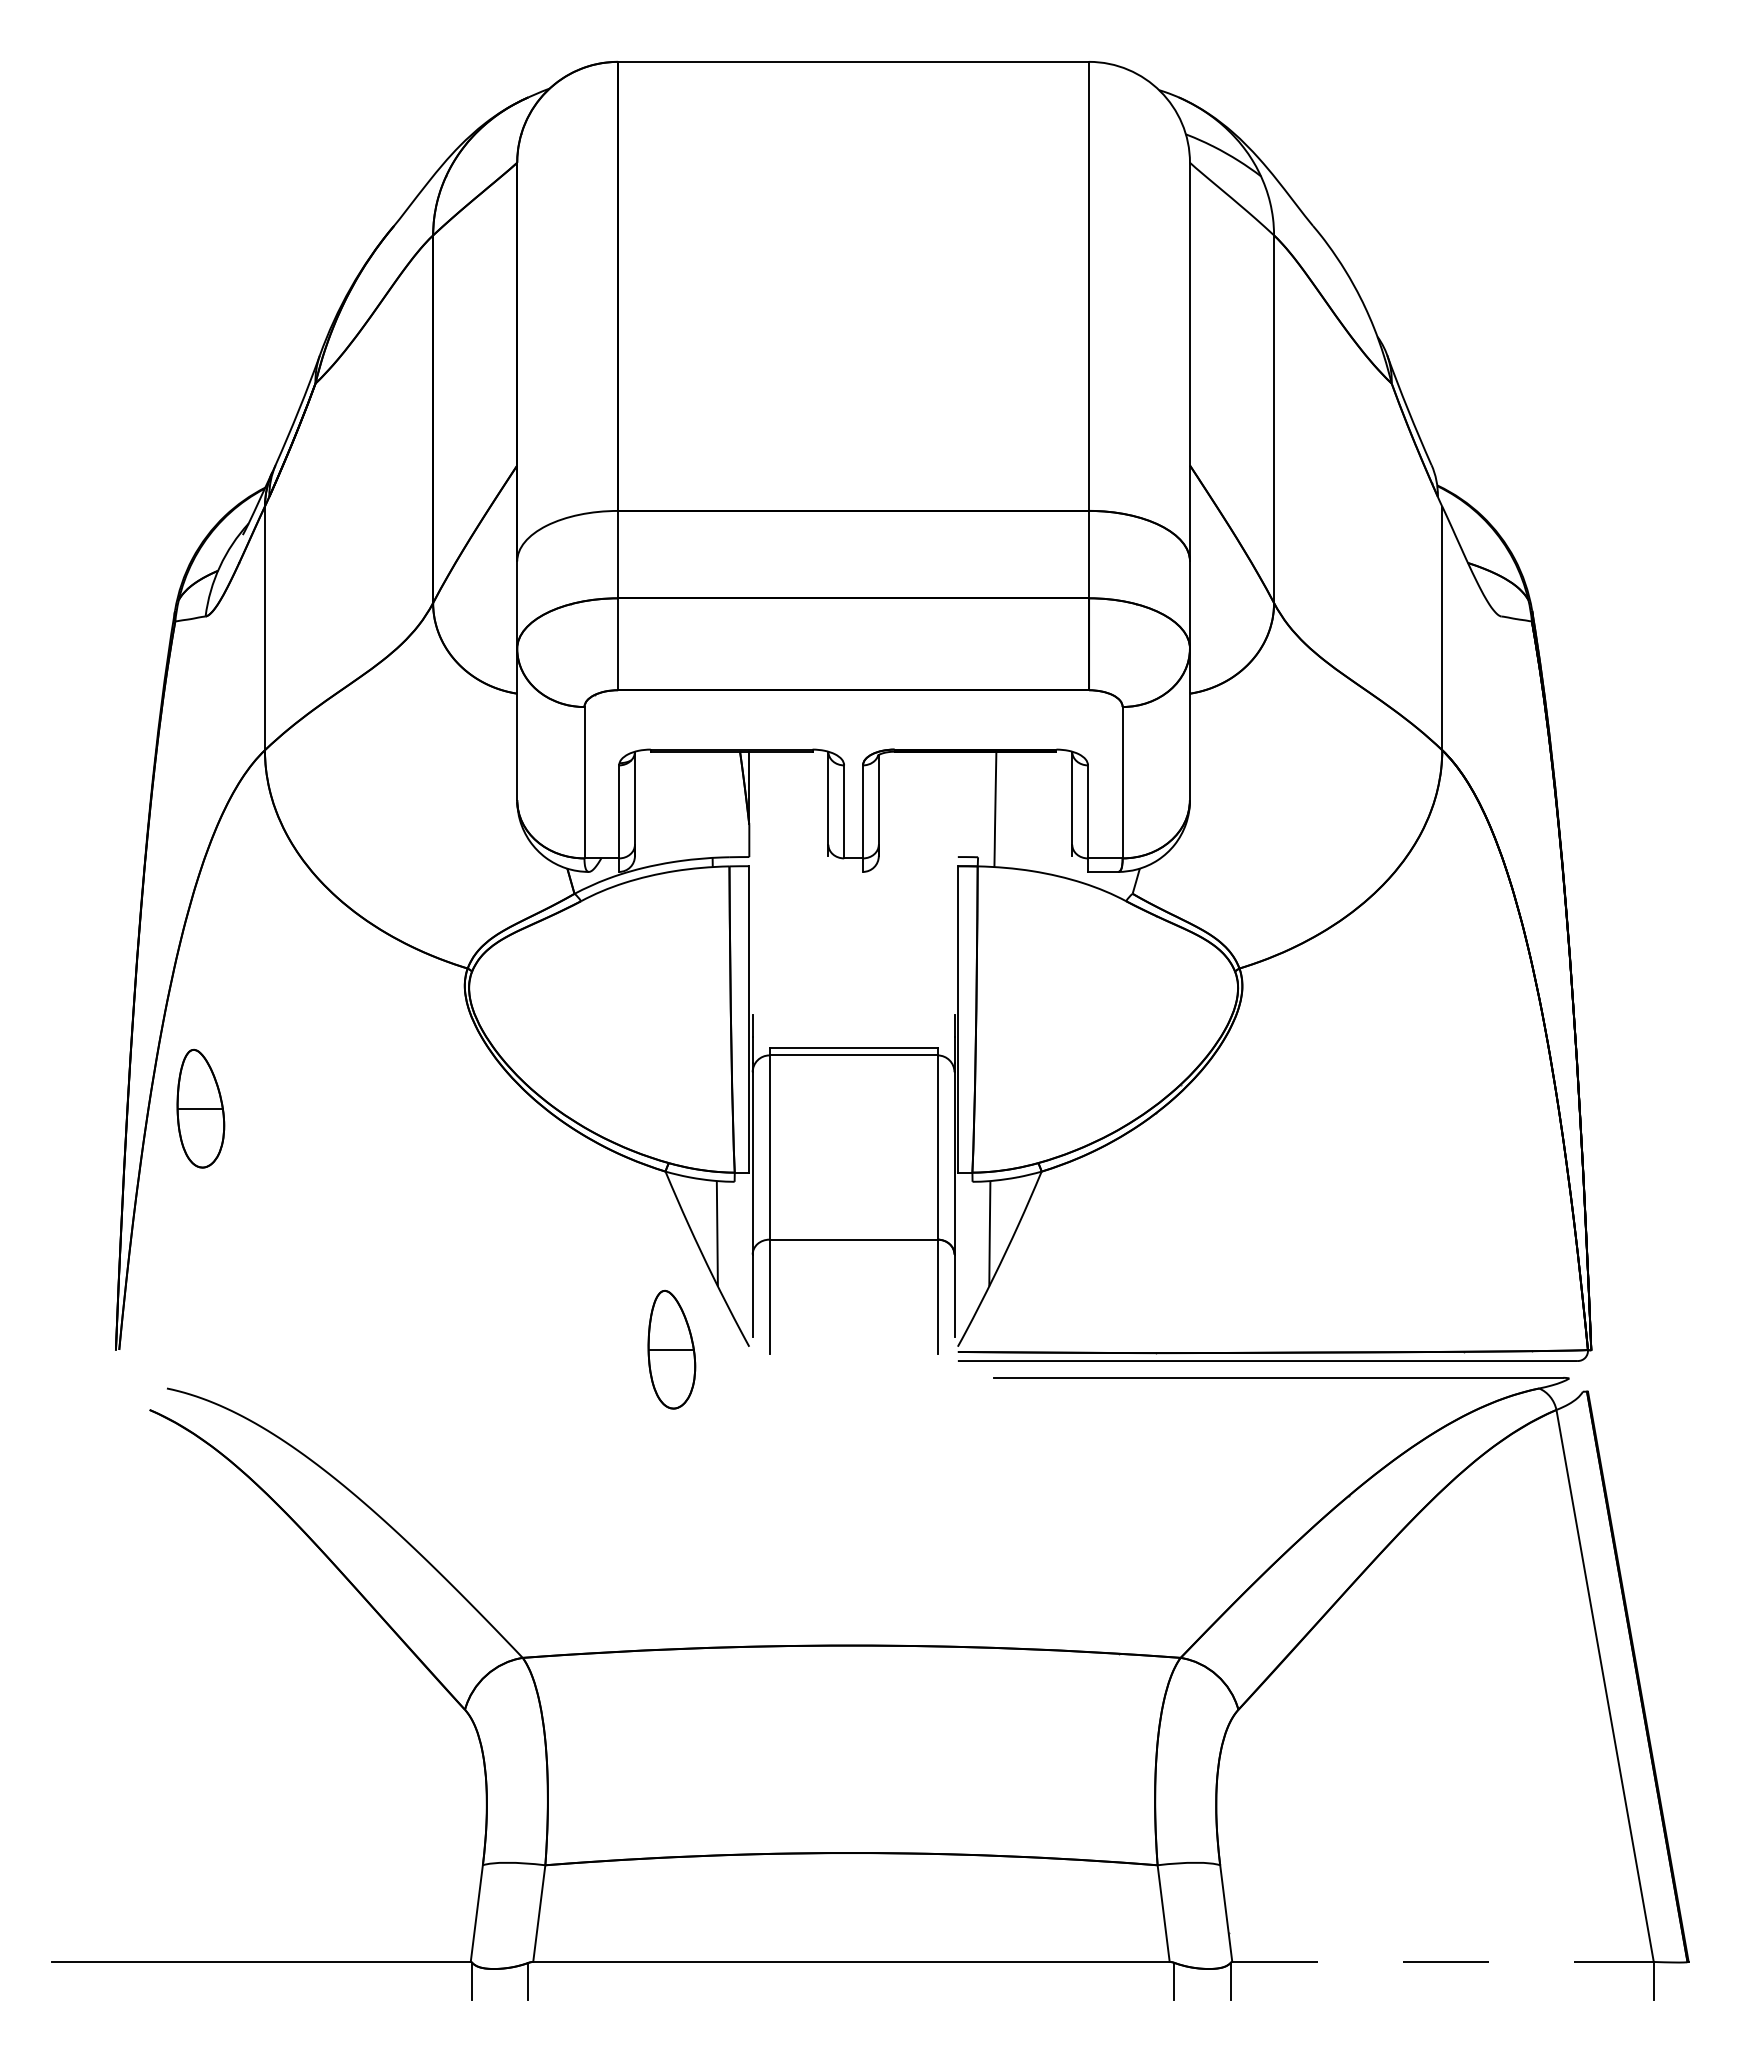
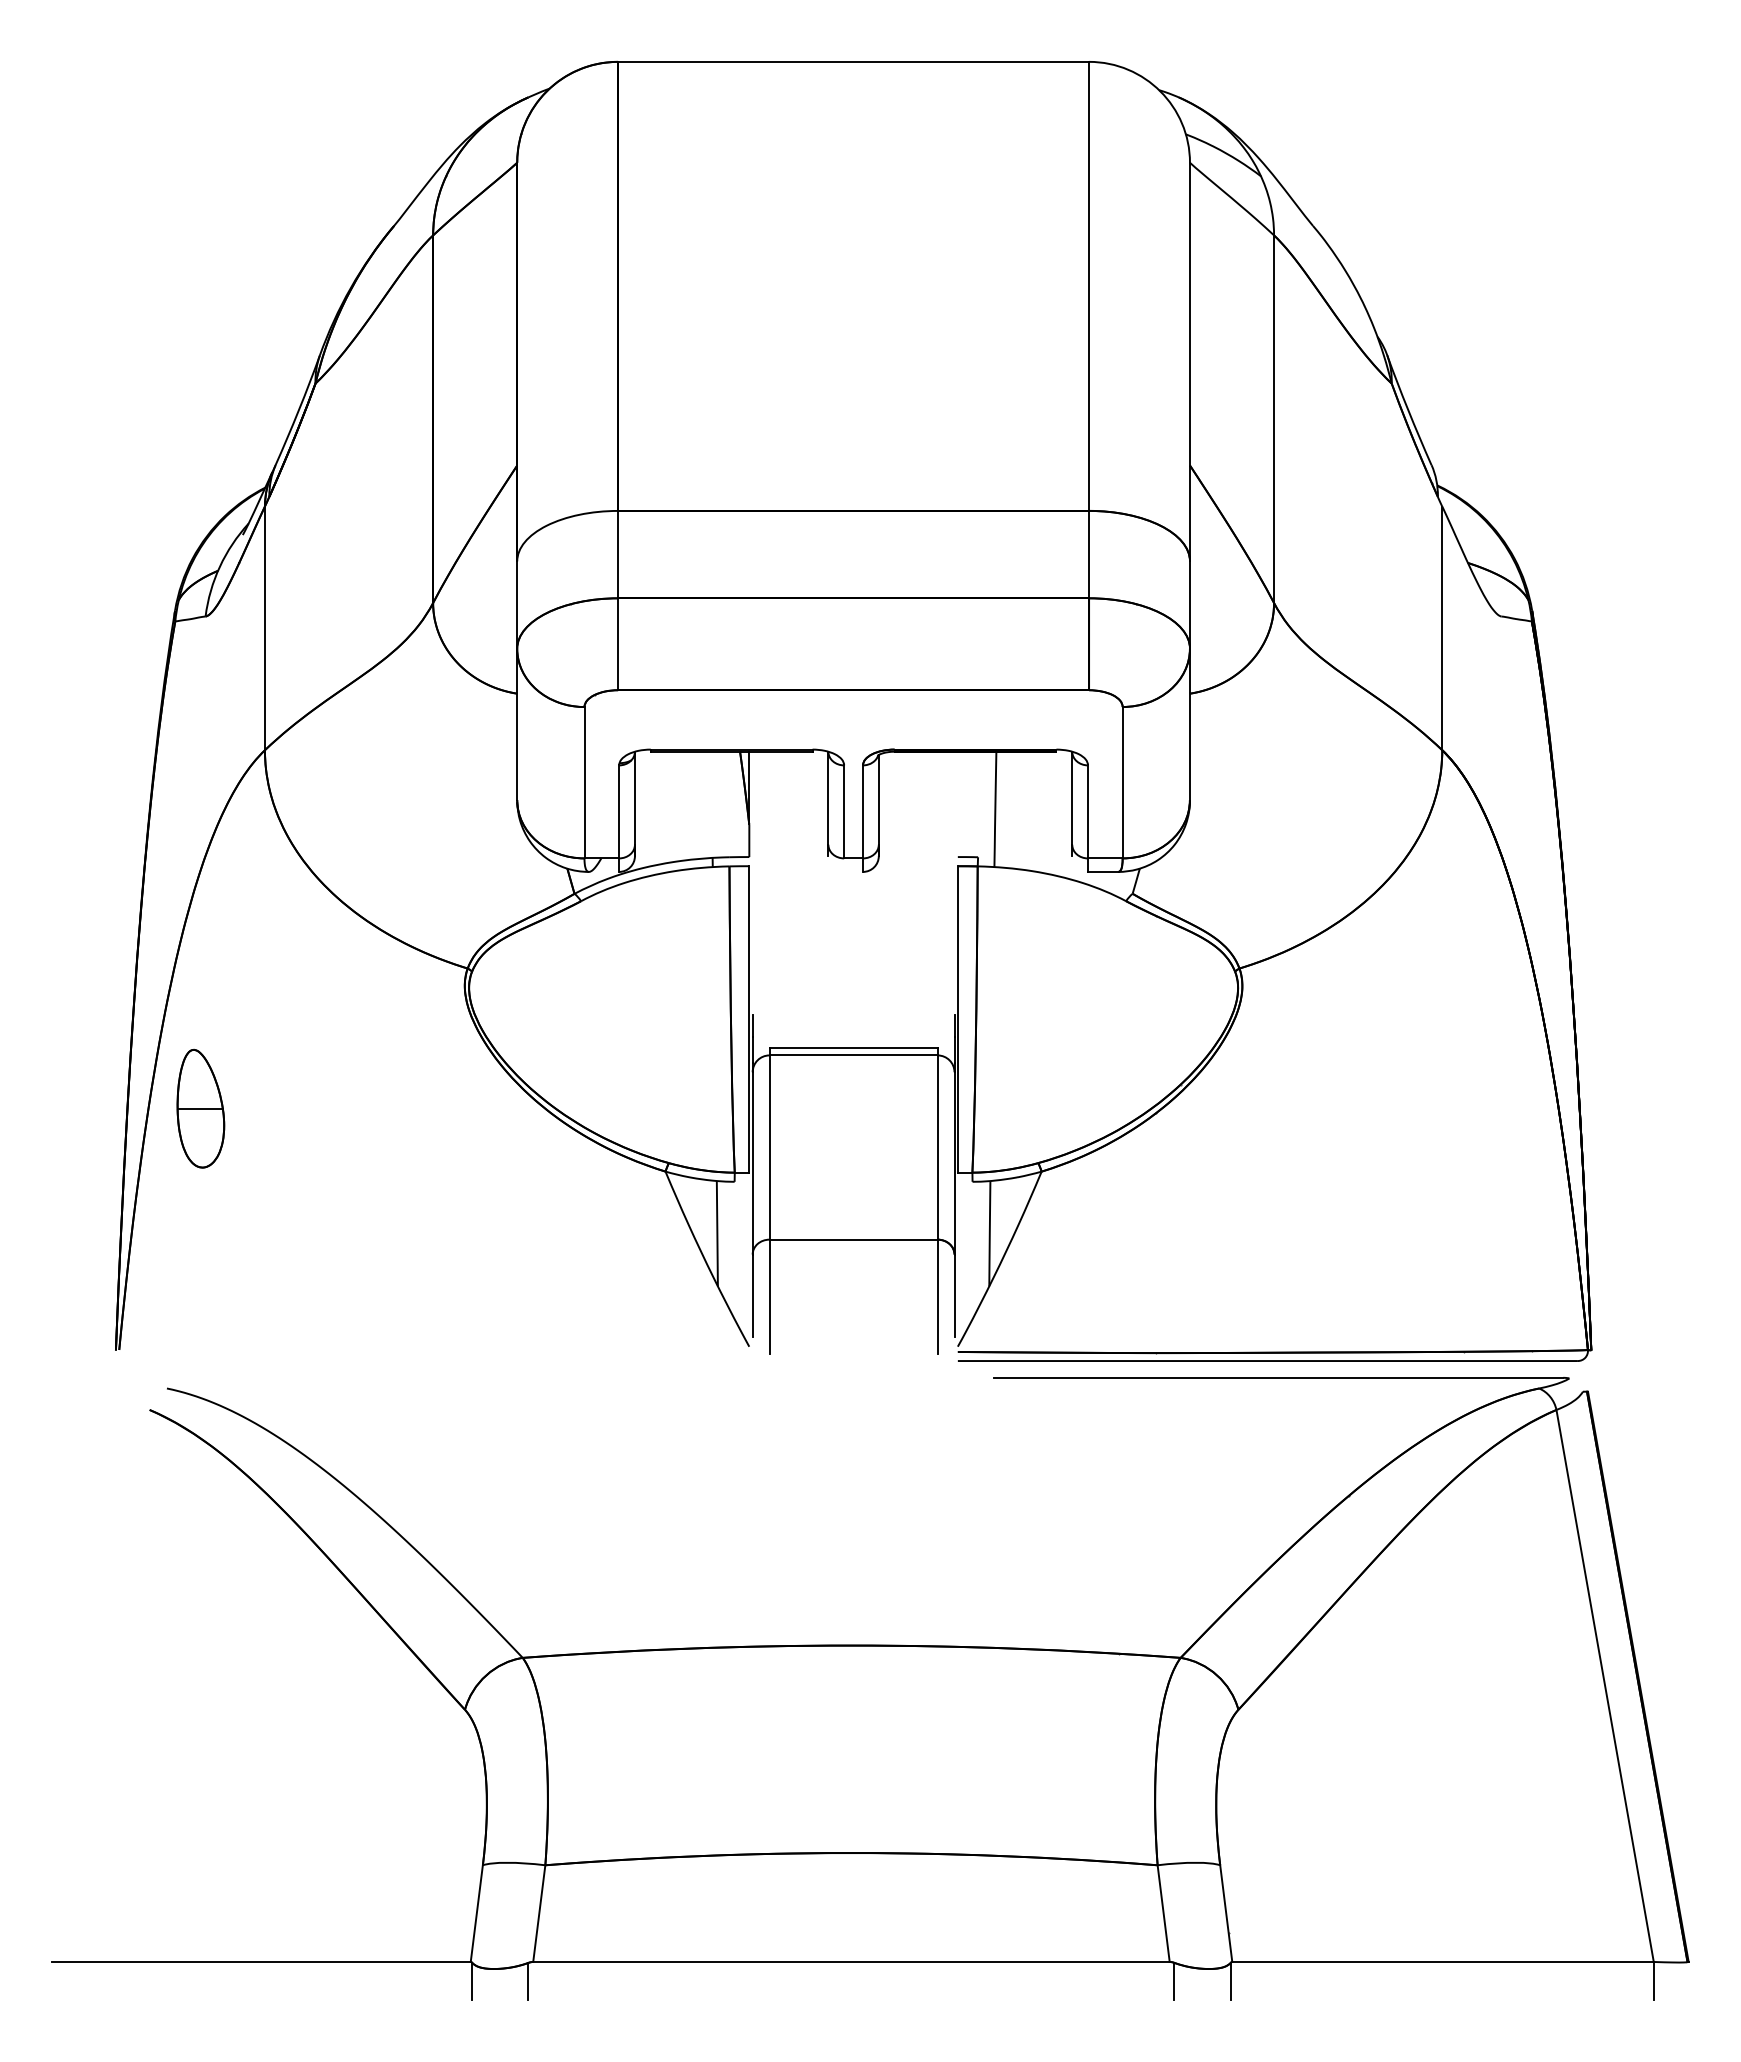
part at (671, 1349): present -> none
line at (1443, 1961): dashed -> solid
